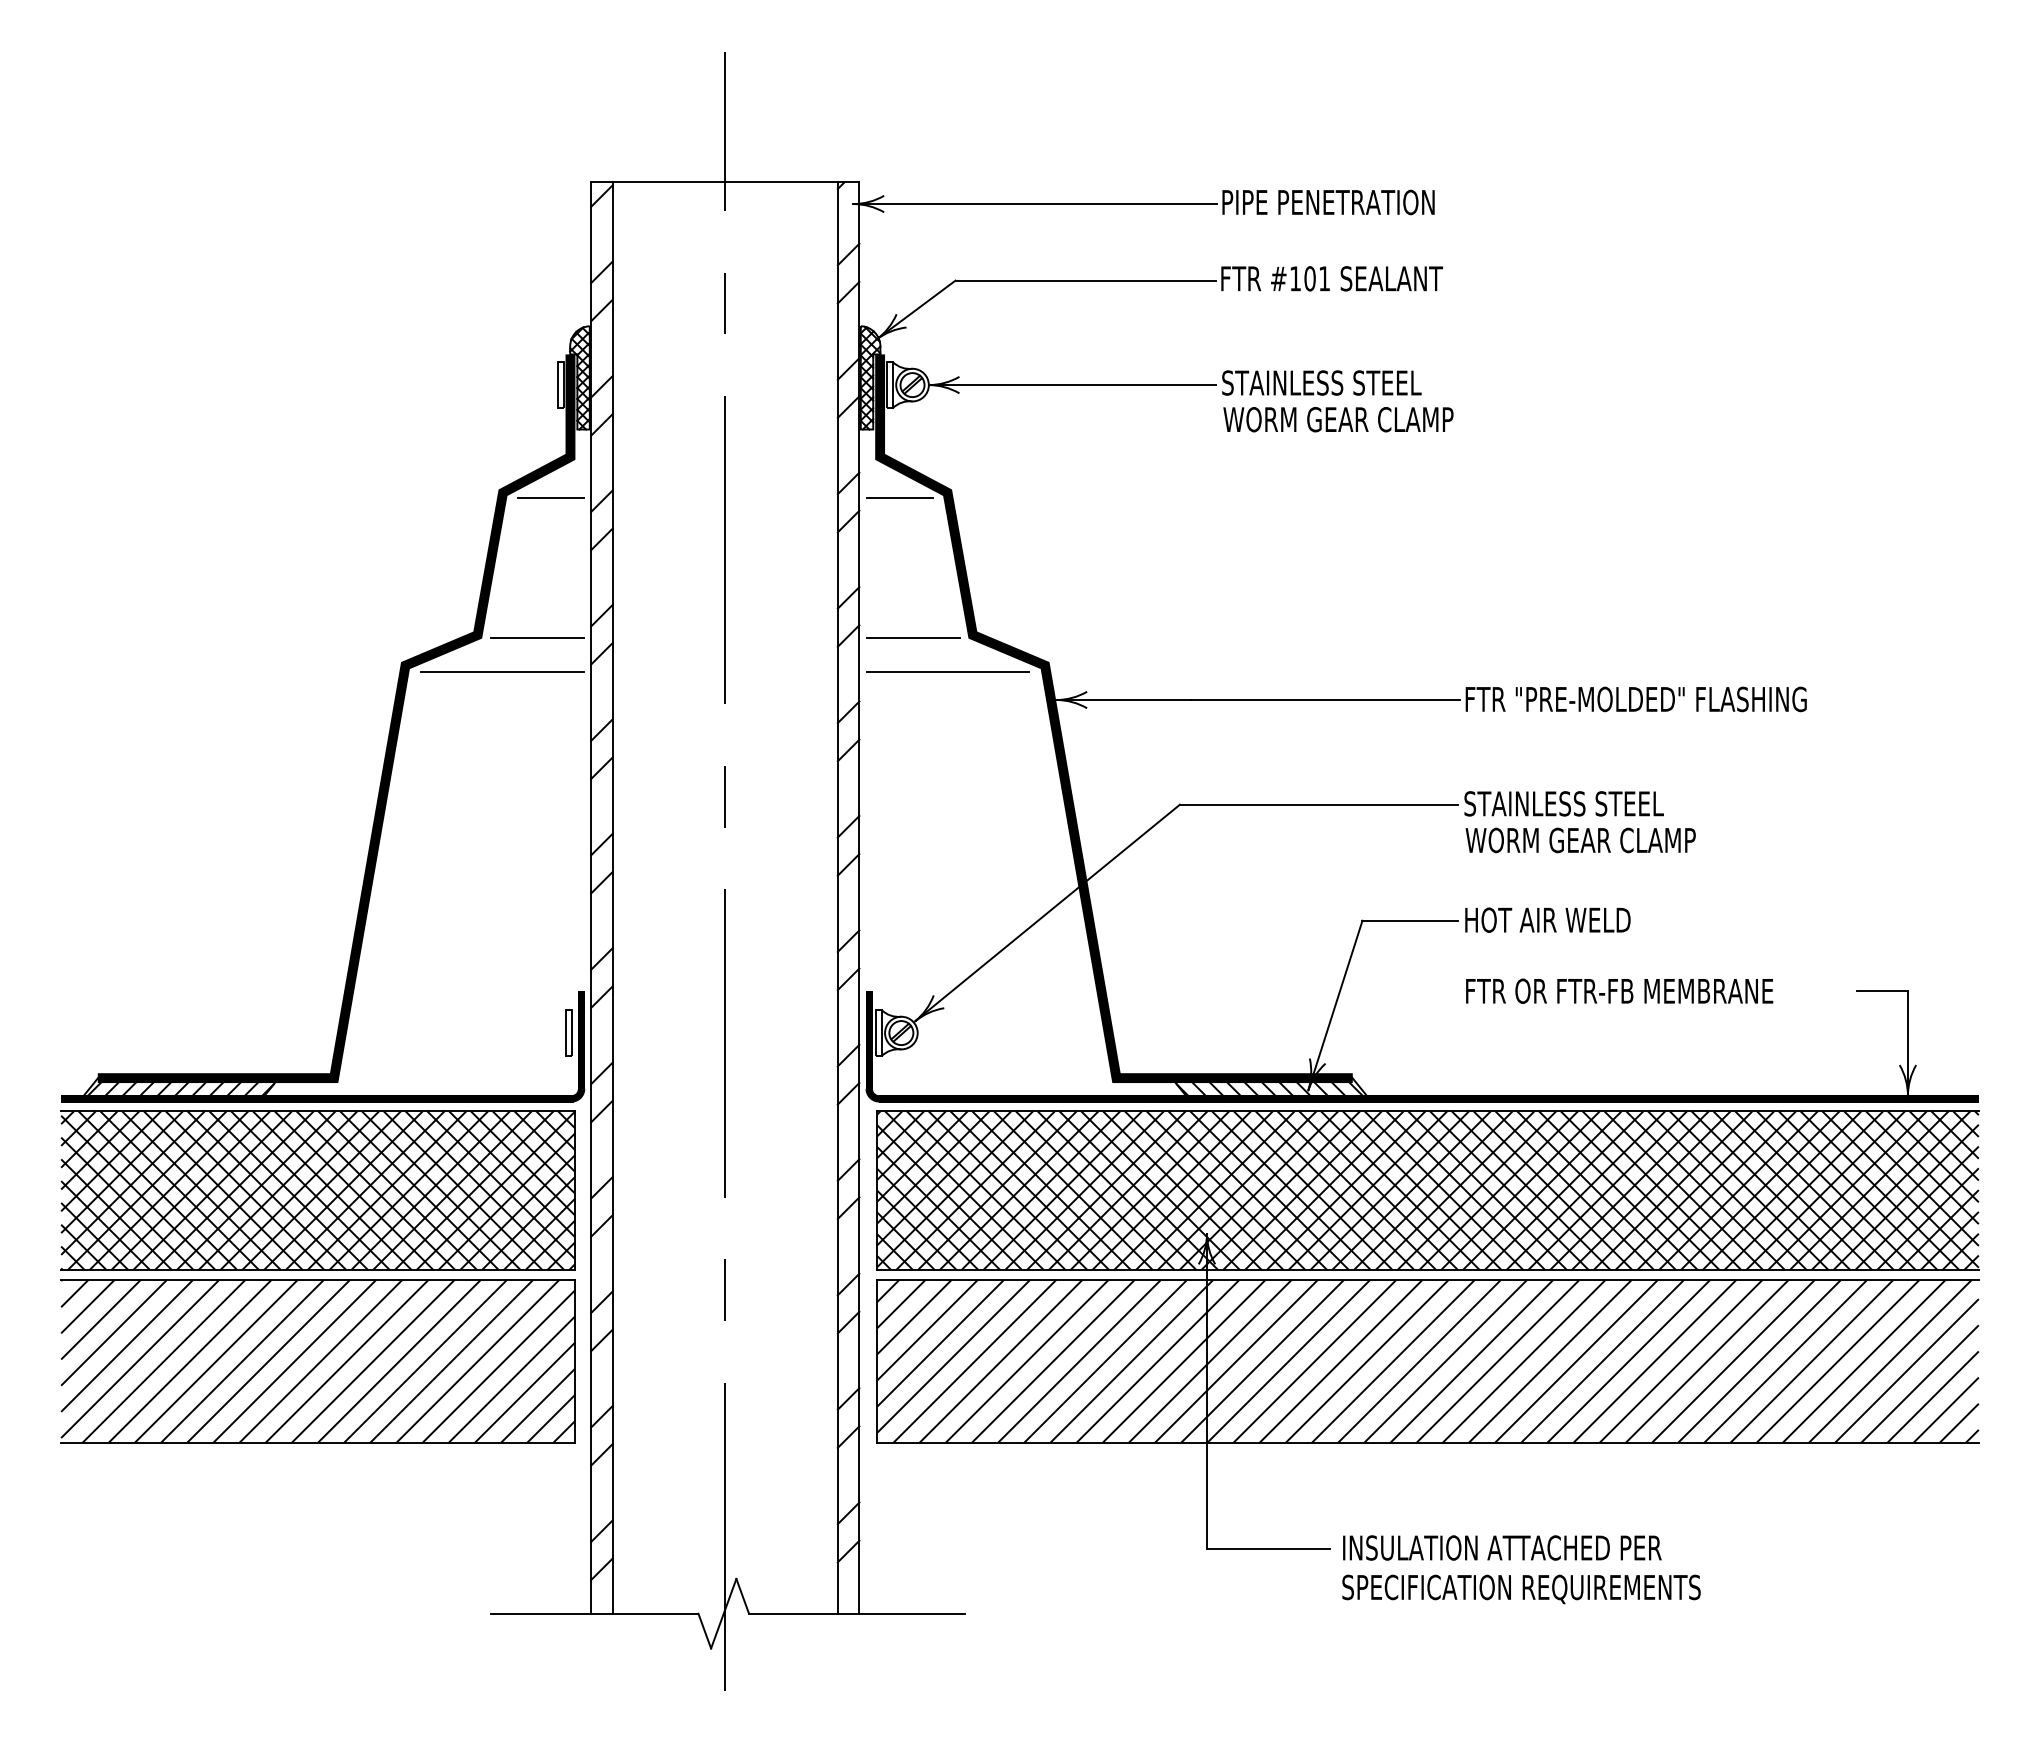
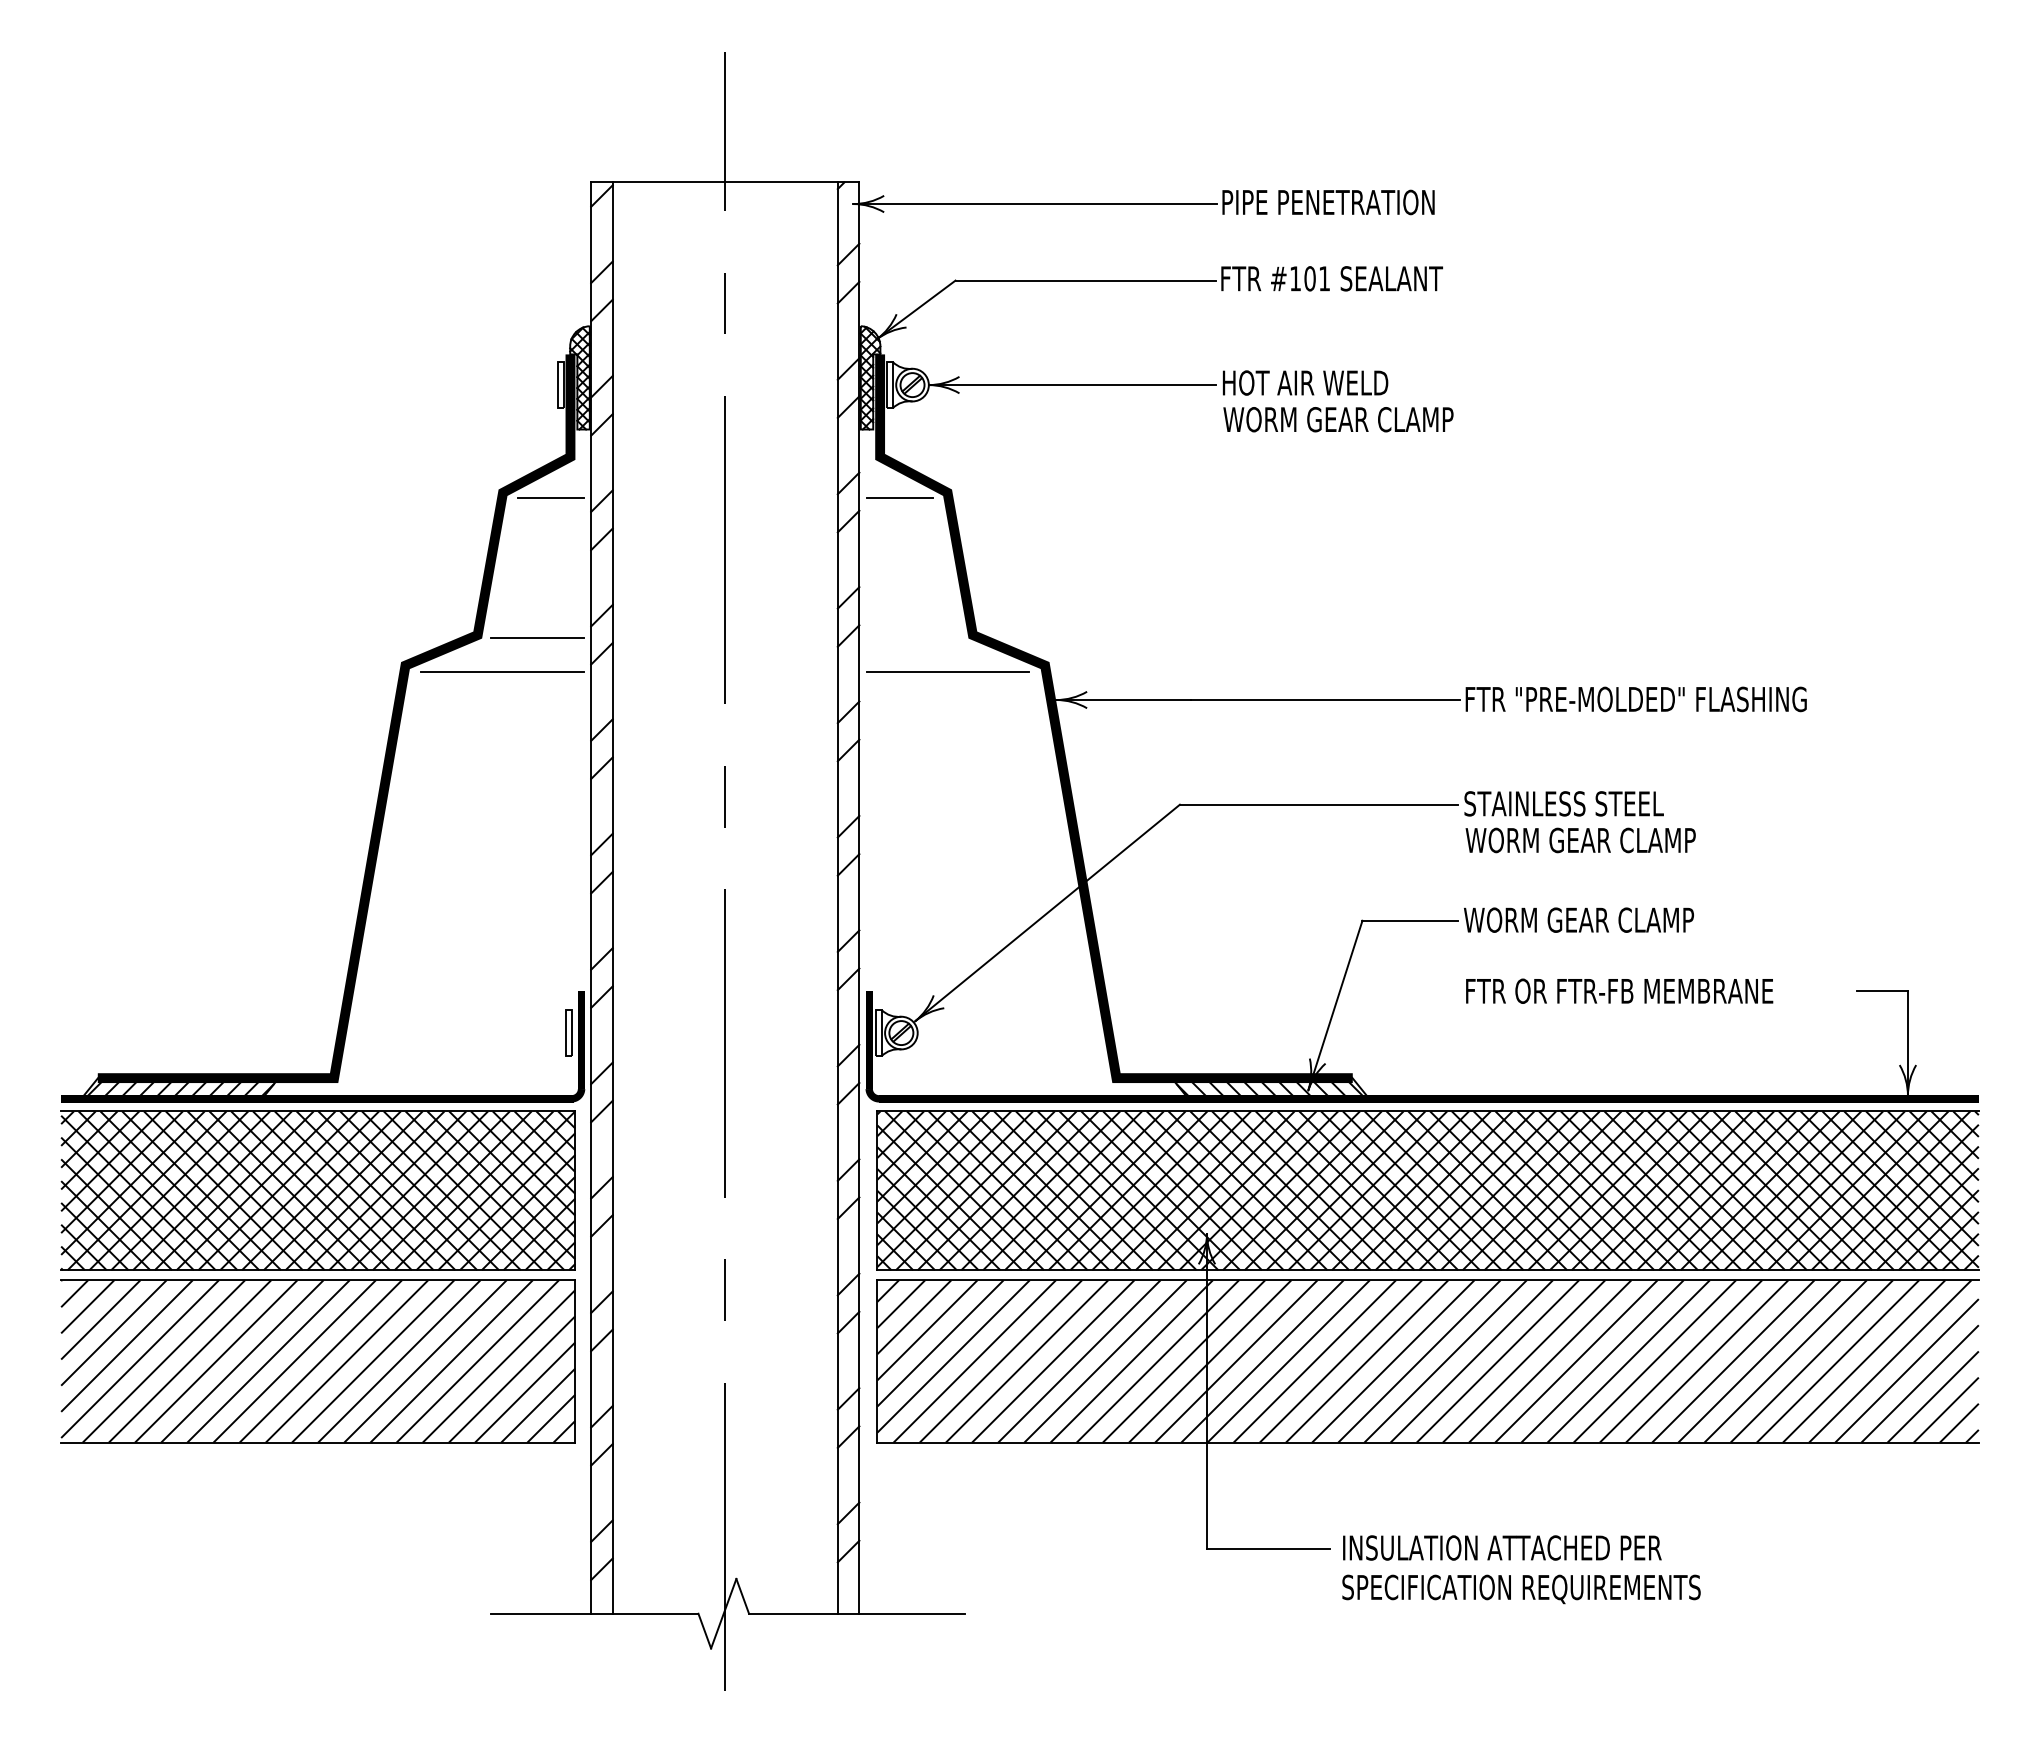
text at (1321, 382): STAINLESS STEEL -> HOT AIR WELD
line at (913, 638): present -> none
text at (1578, 919): HOT AIR WELD -> WORM GEAR CLAMP
